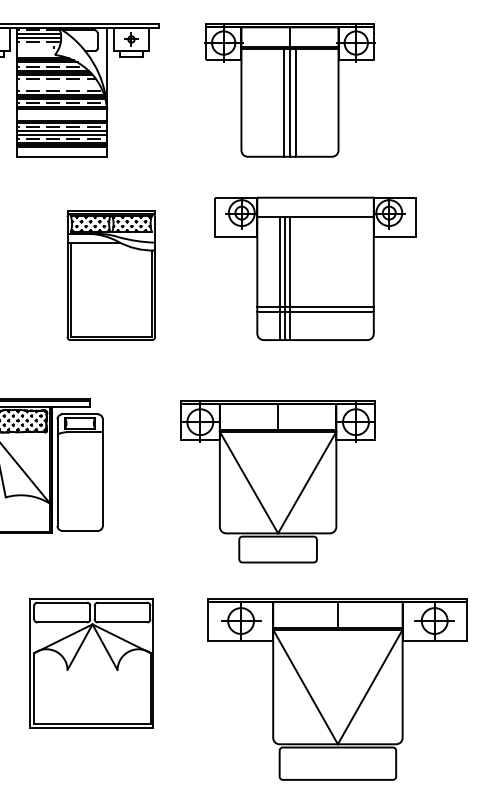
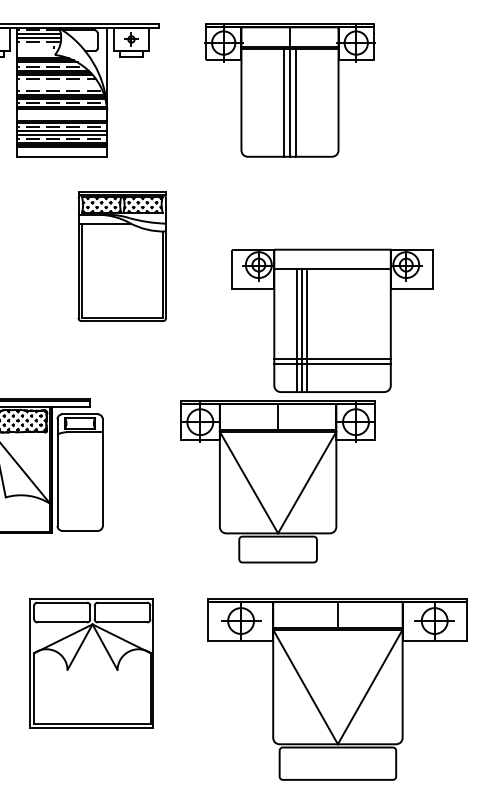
part at (315, 268) position: (315, 268) -> (332, 320)
part at (110, 275) position: (110, 275) -> (121, 256)
